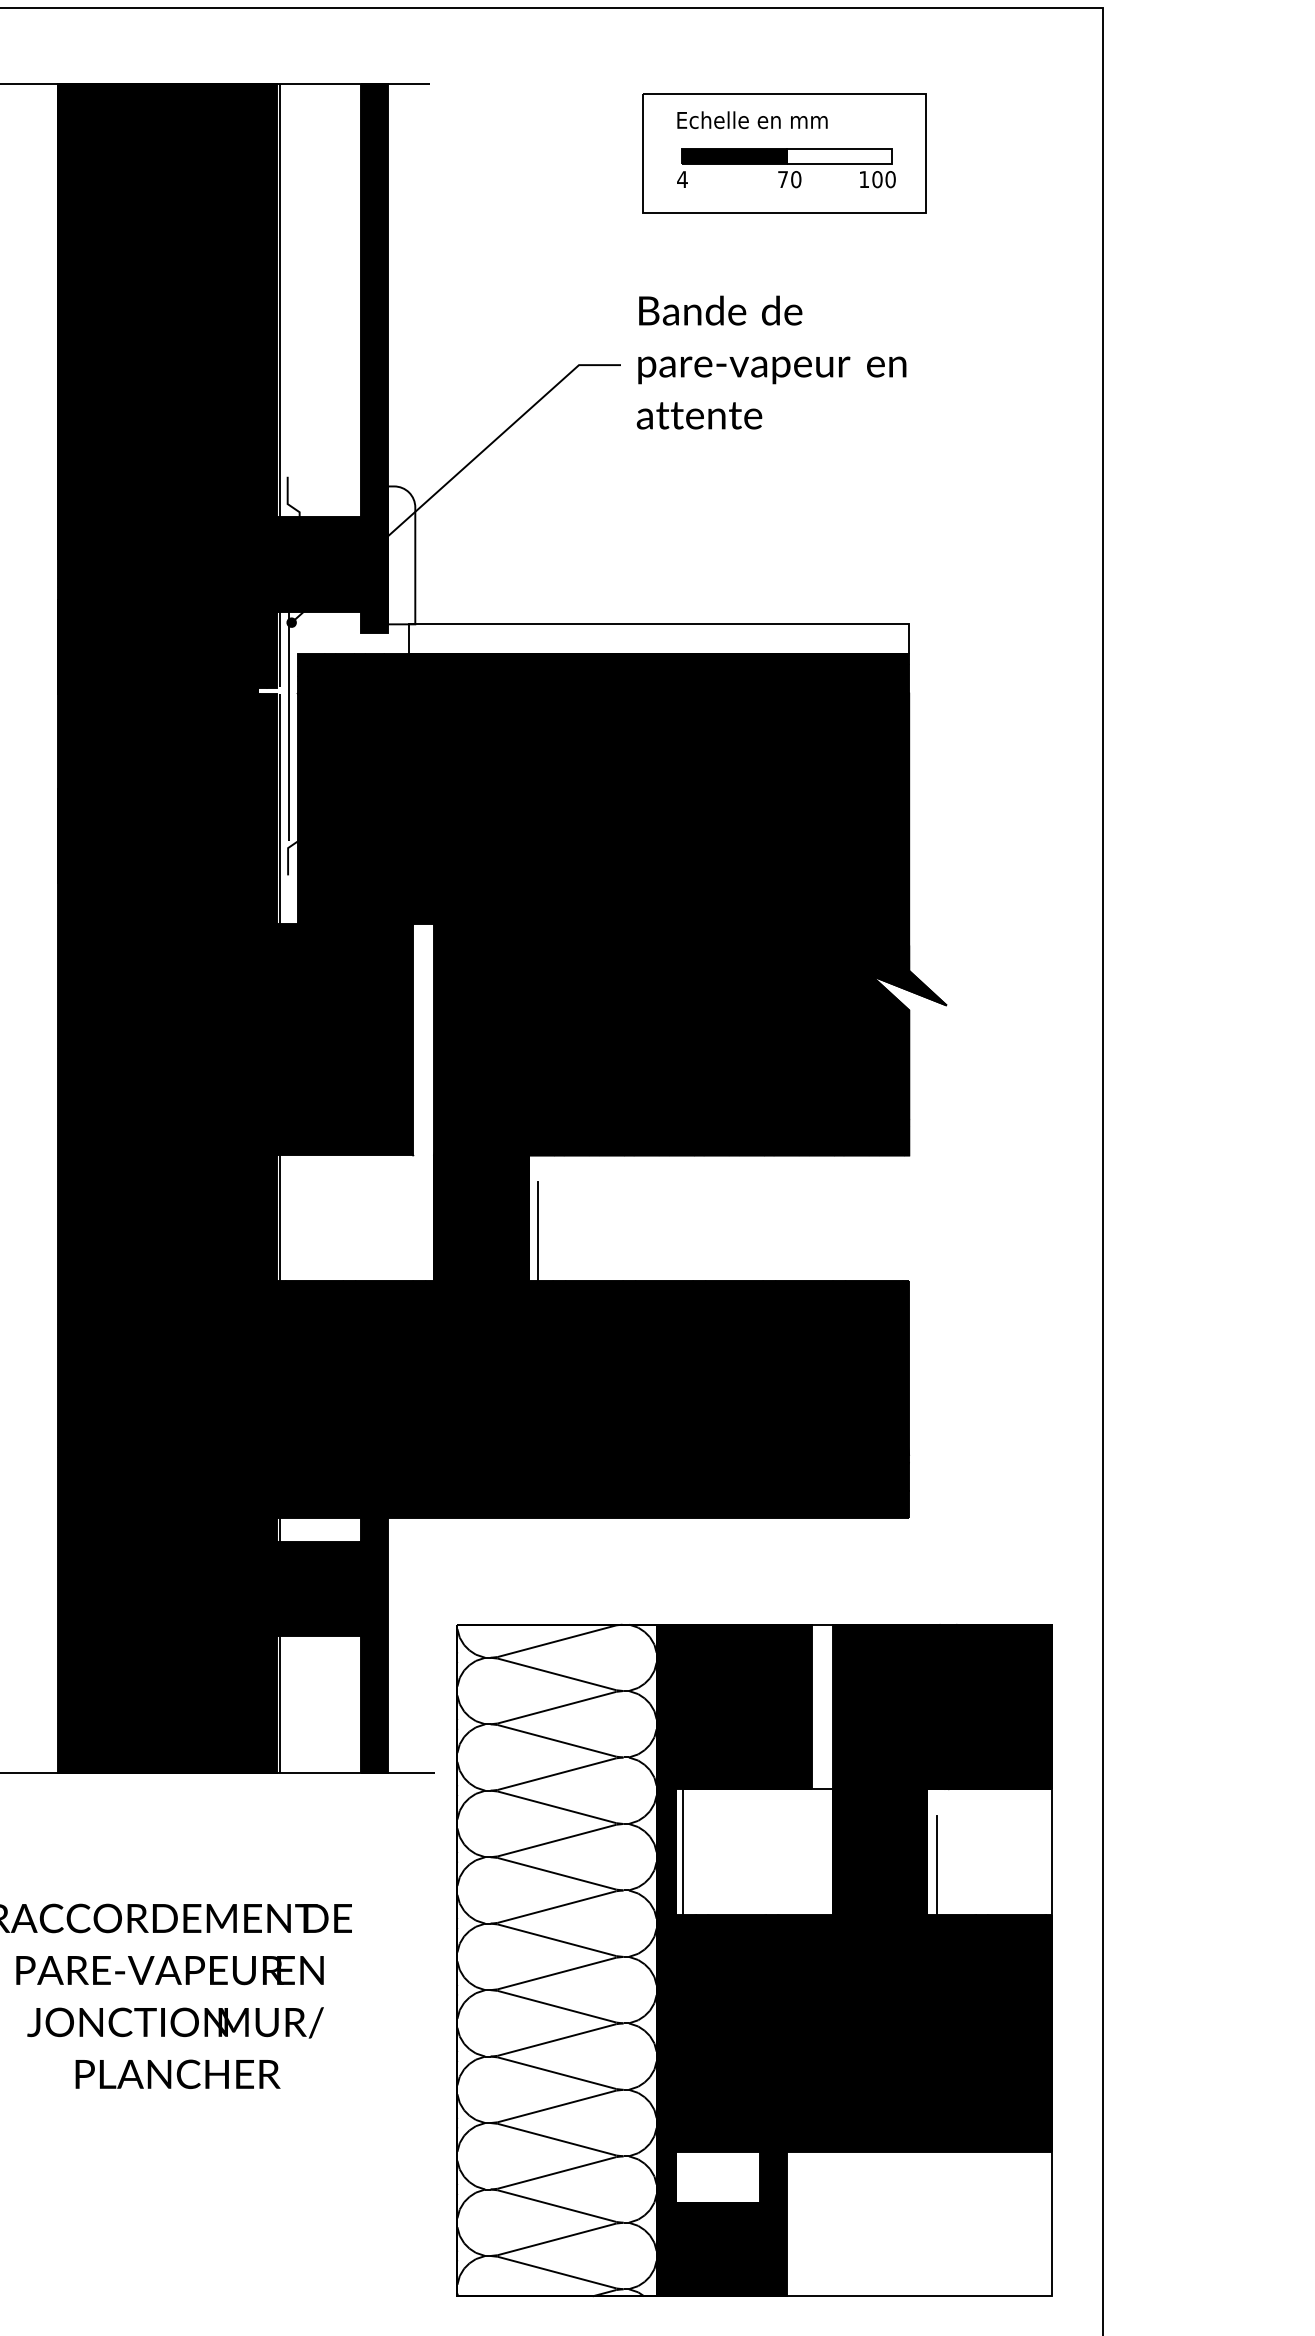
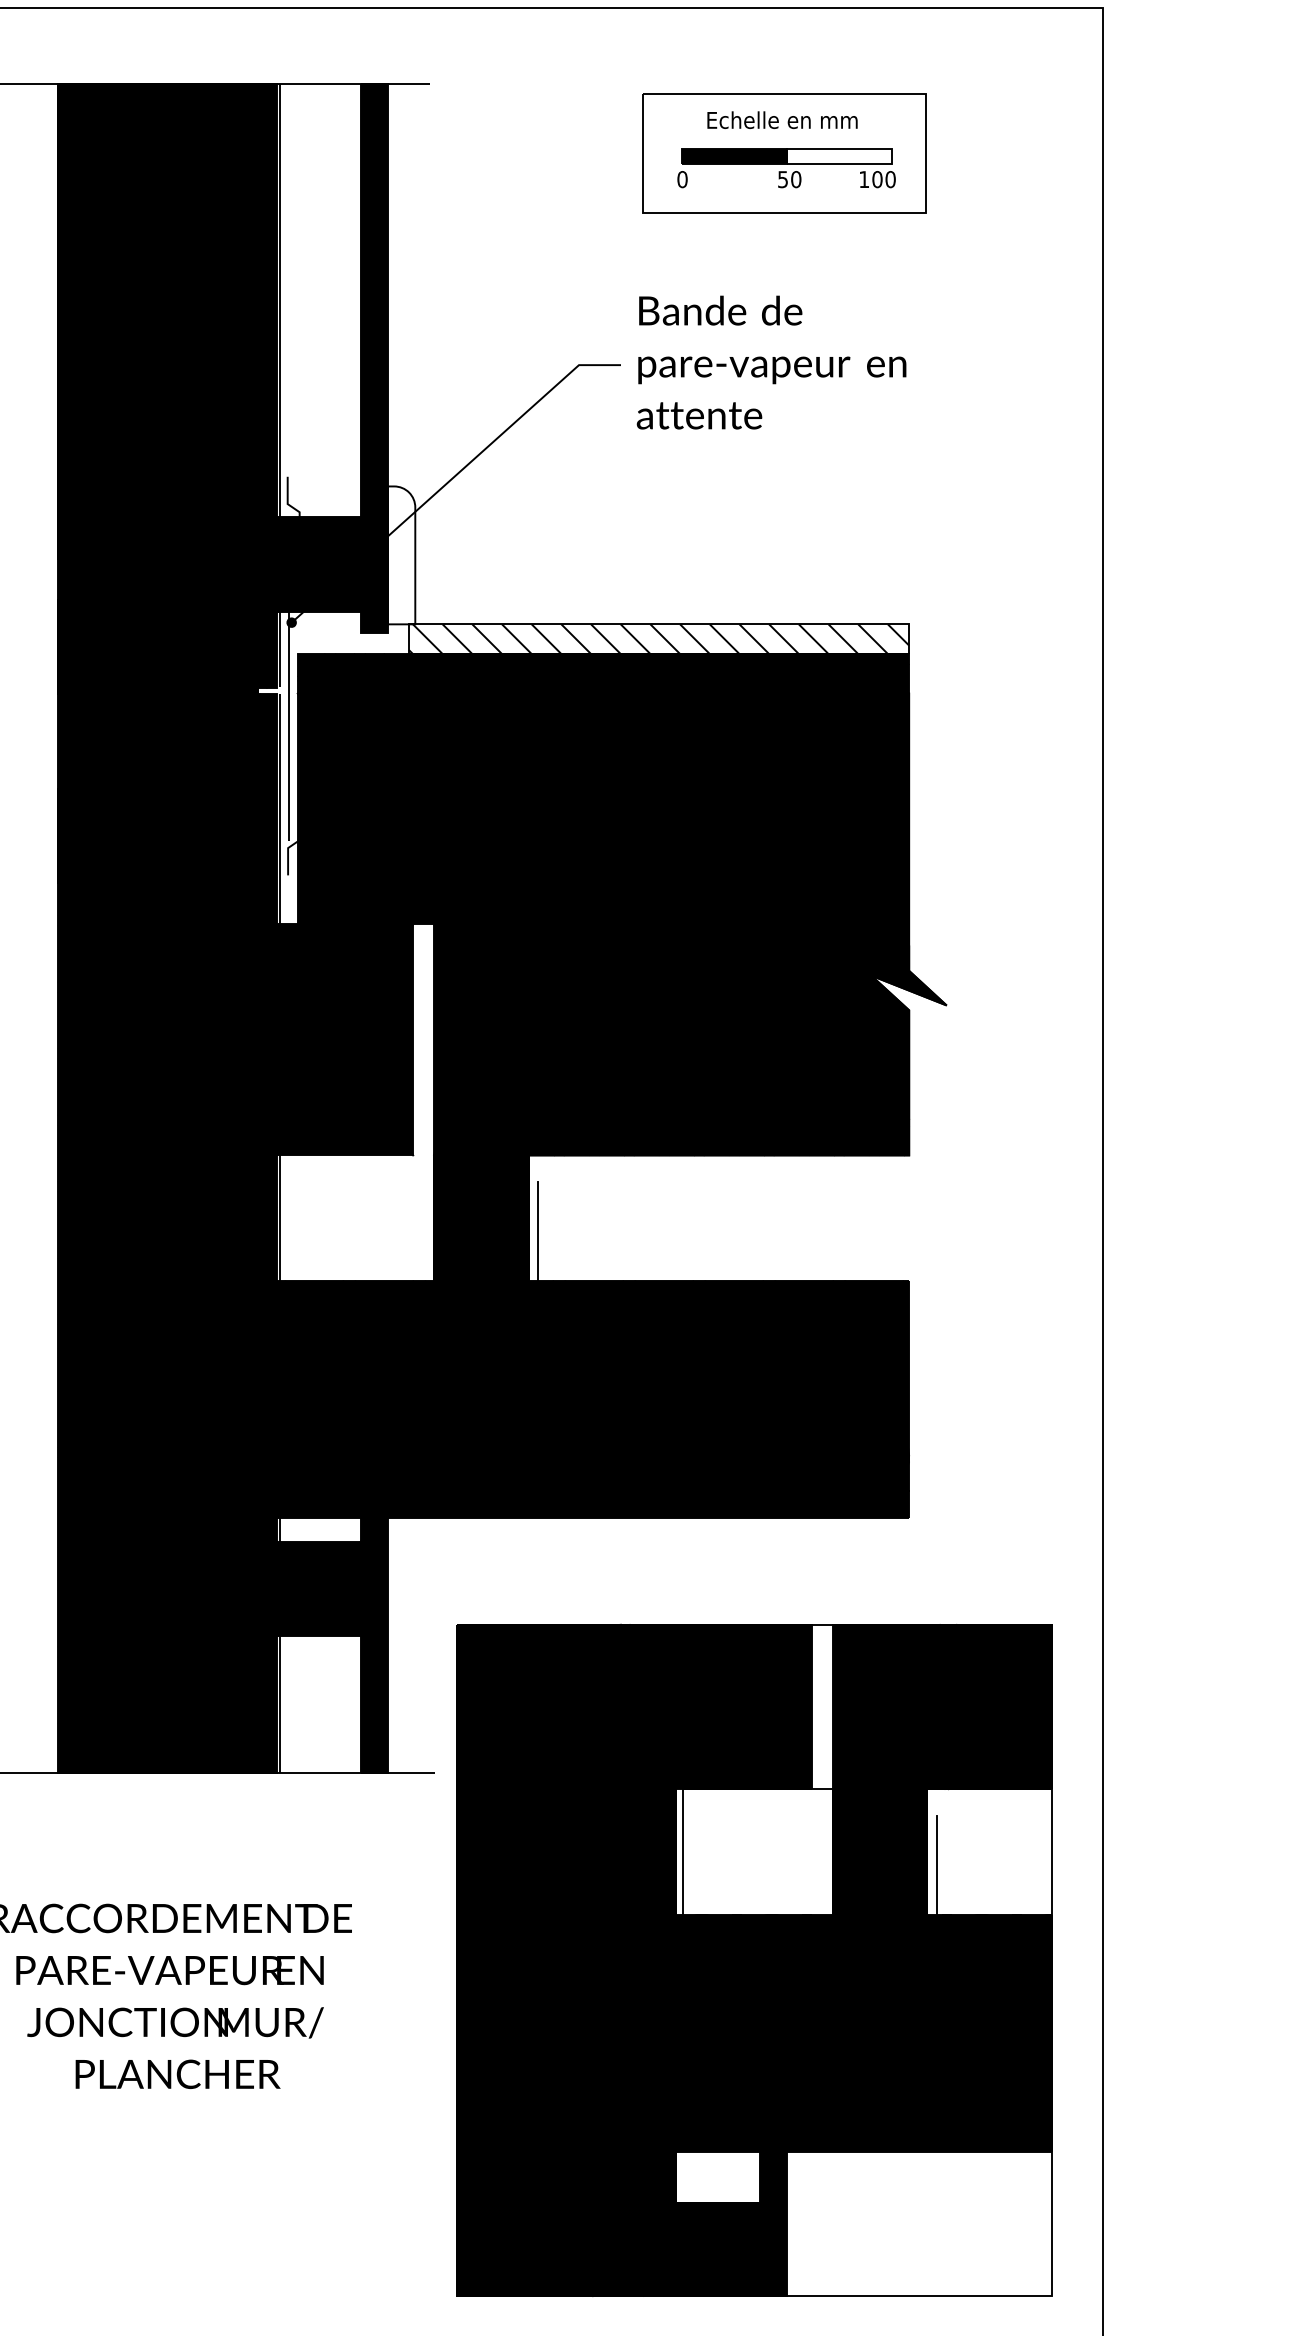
text at (752, 119) position: (752, 119) -> (782, 119)
text at (682, 179): 4 -> 0
text at (782, 179): 70 -> 50
hatch at (659, 638): none -> present
fill at (556, 1960): none -> present
